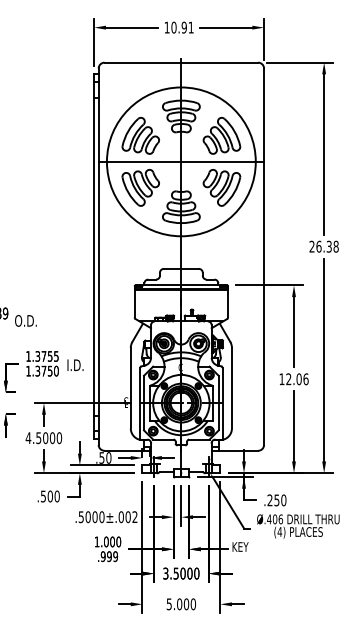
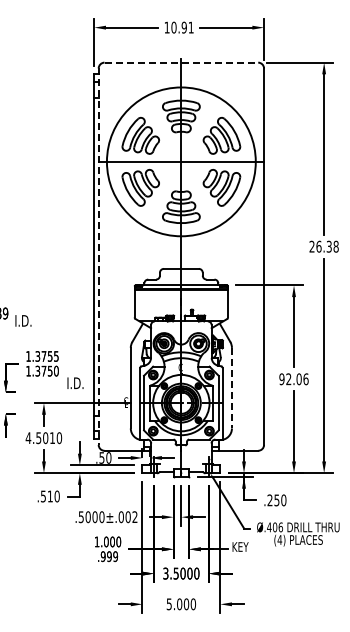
line at (181, 62): solid -> dashed
line at (98, 257): solid -> dashed
text at (25, 320): O.D. -> I.D.
text at (75, 364) position: (75, 364) -> (75, 382)
text at (281, 379): 12.06 -> 92.06
line at (231, 388): solid -> dashed
text at (52, 438): 4.5000 -> 4.5010
text at (49, 496): .500 -> .510
text at (298, 526) position: (298, 526) -> (298, 534)
